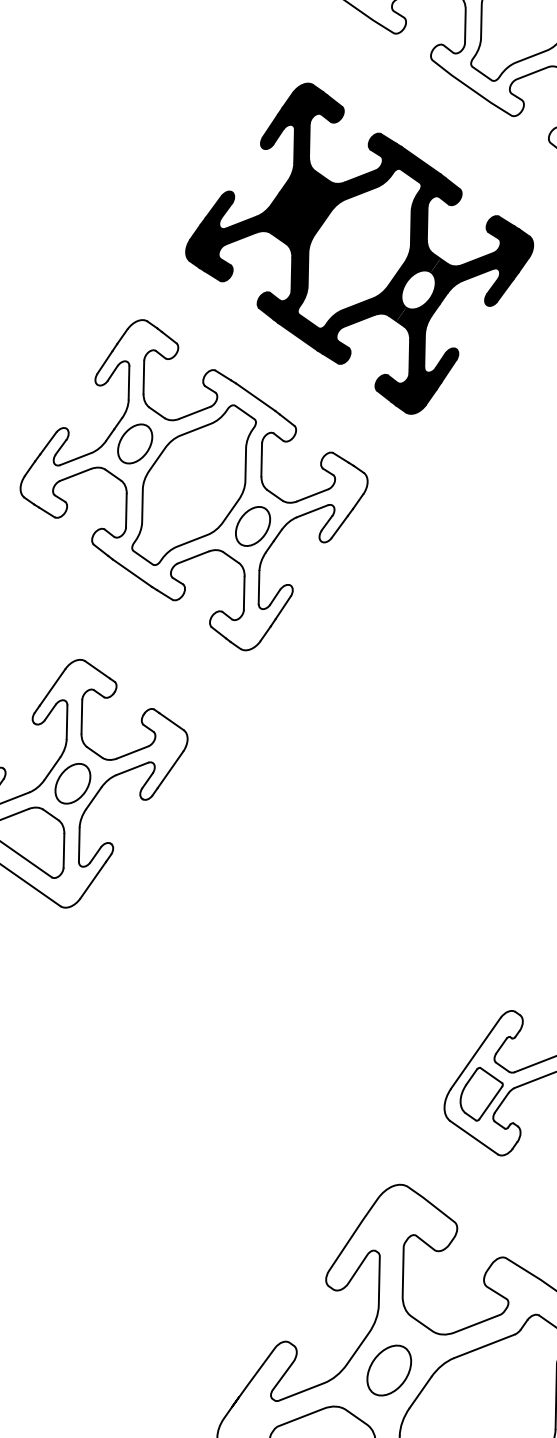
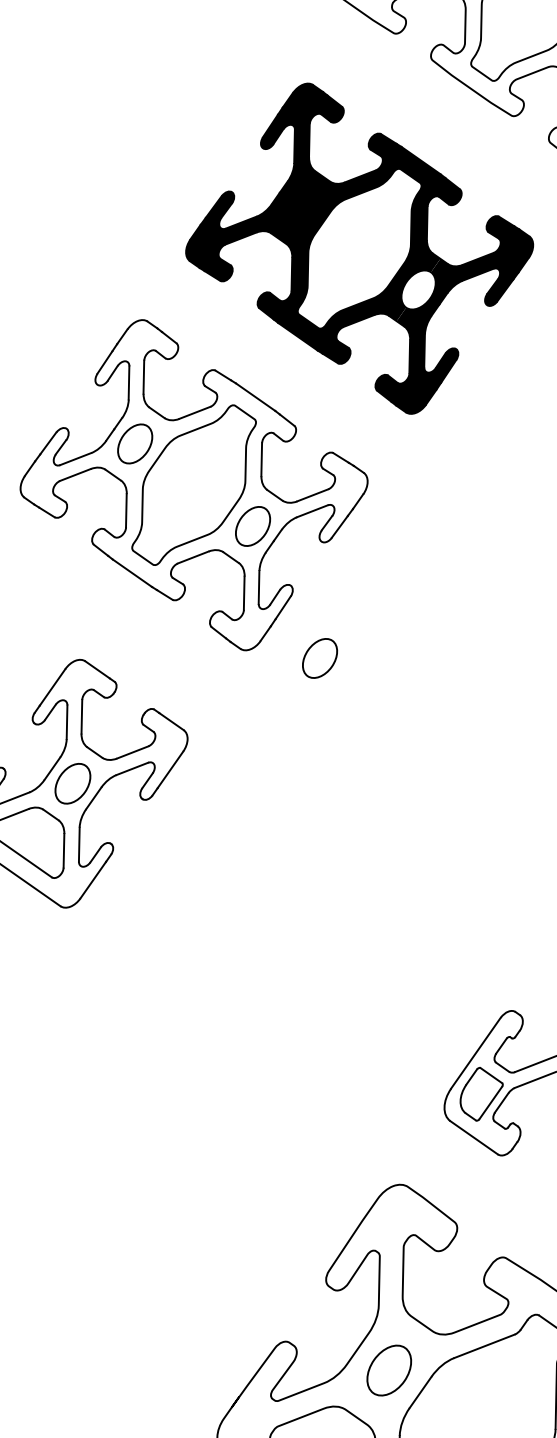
circle at (320, 658): none -> present
